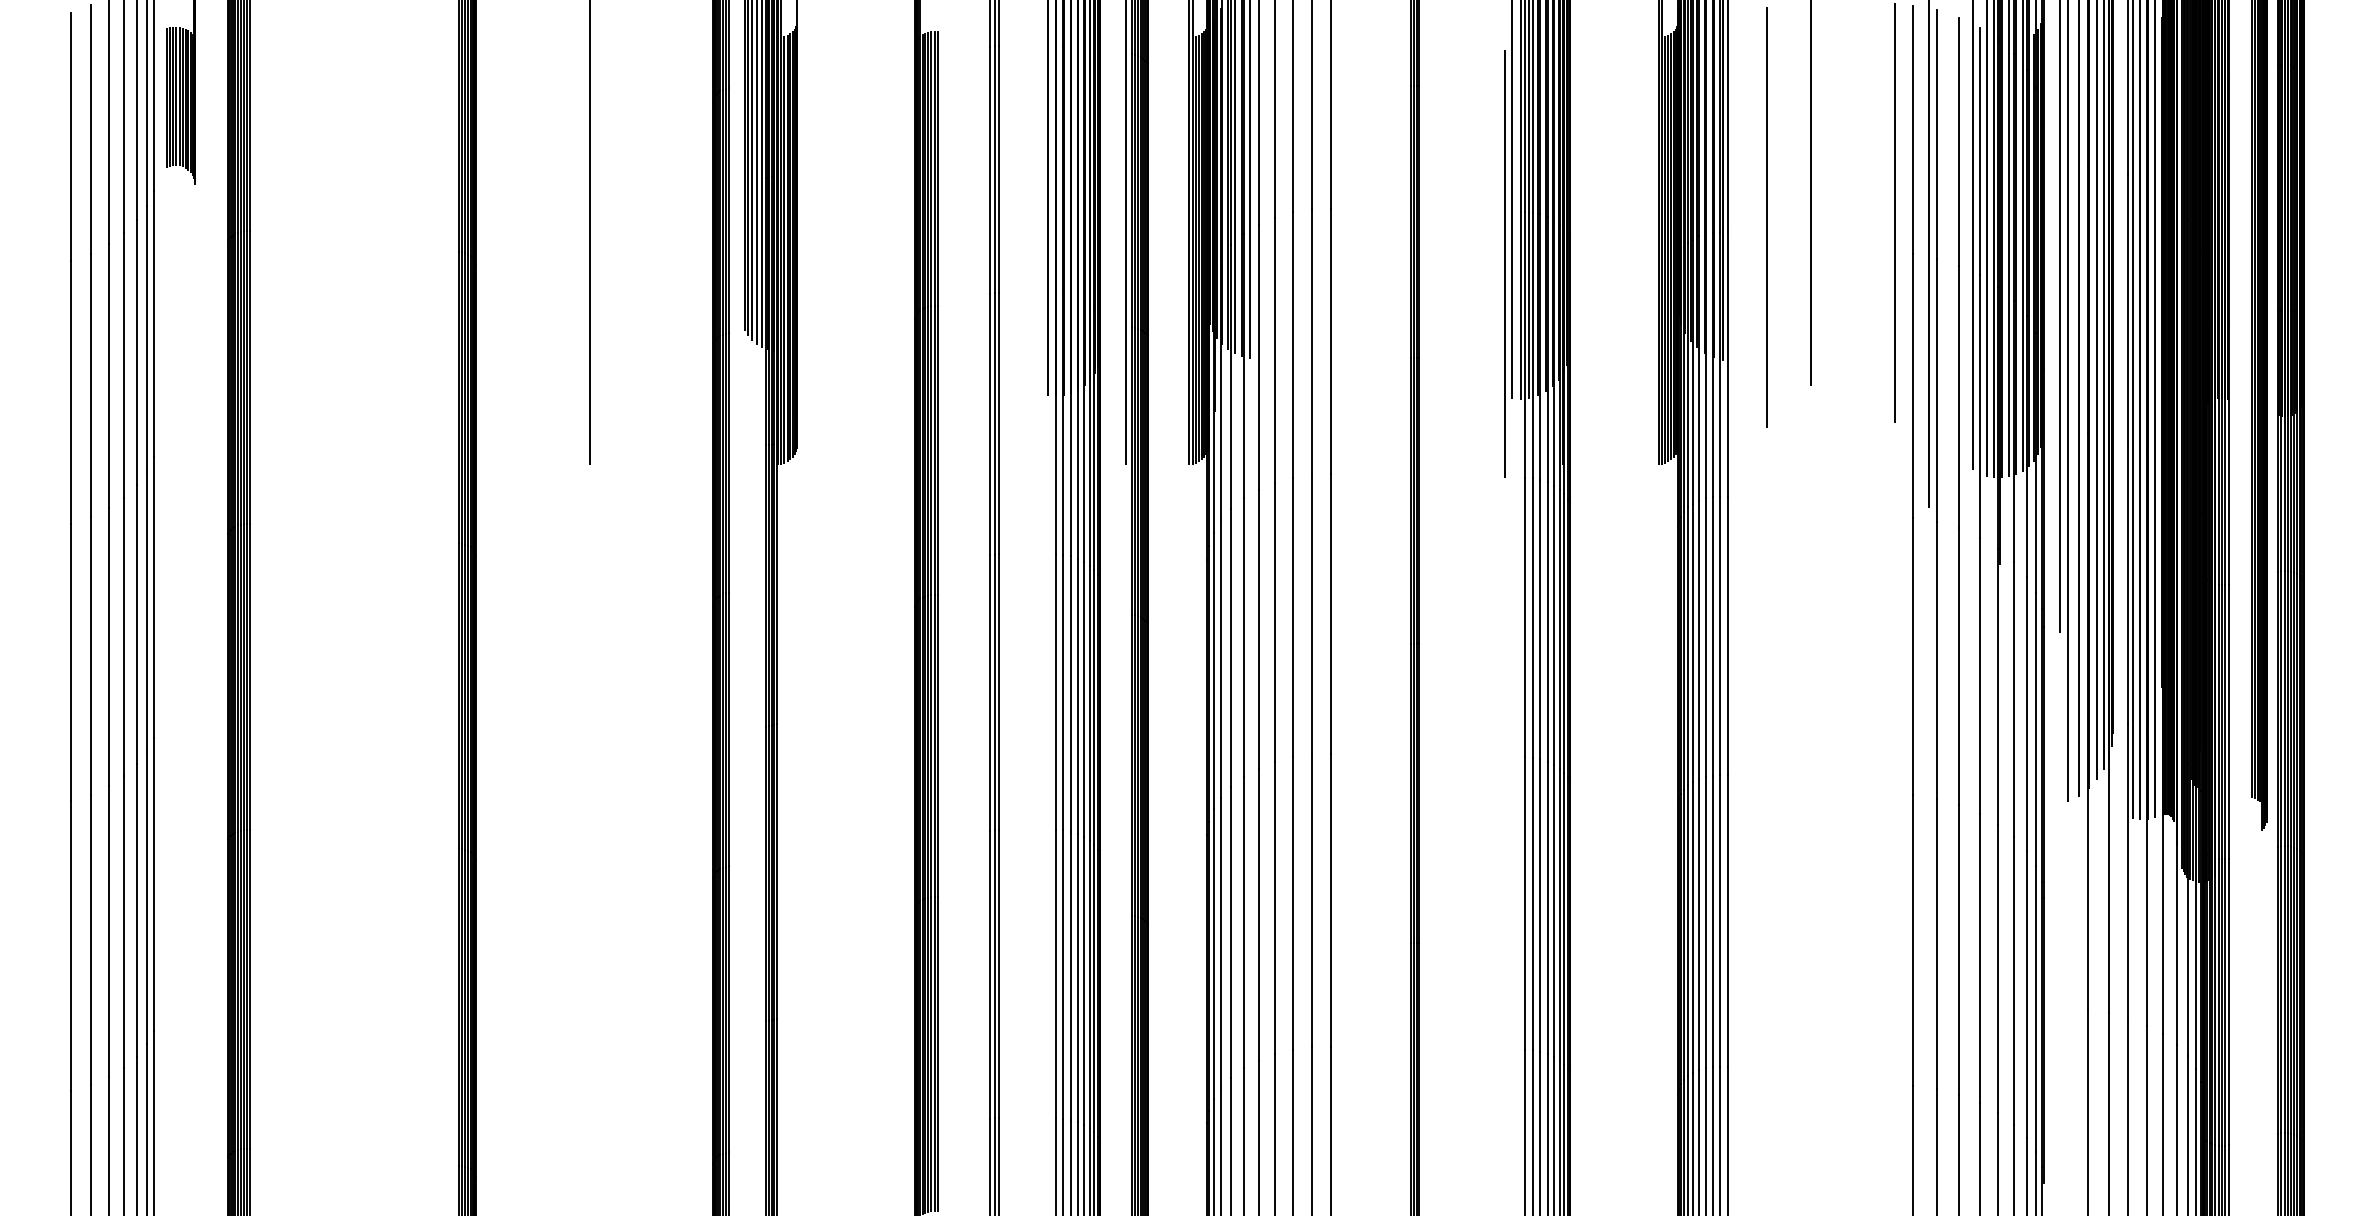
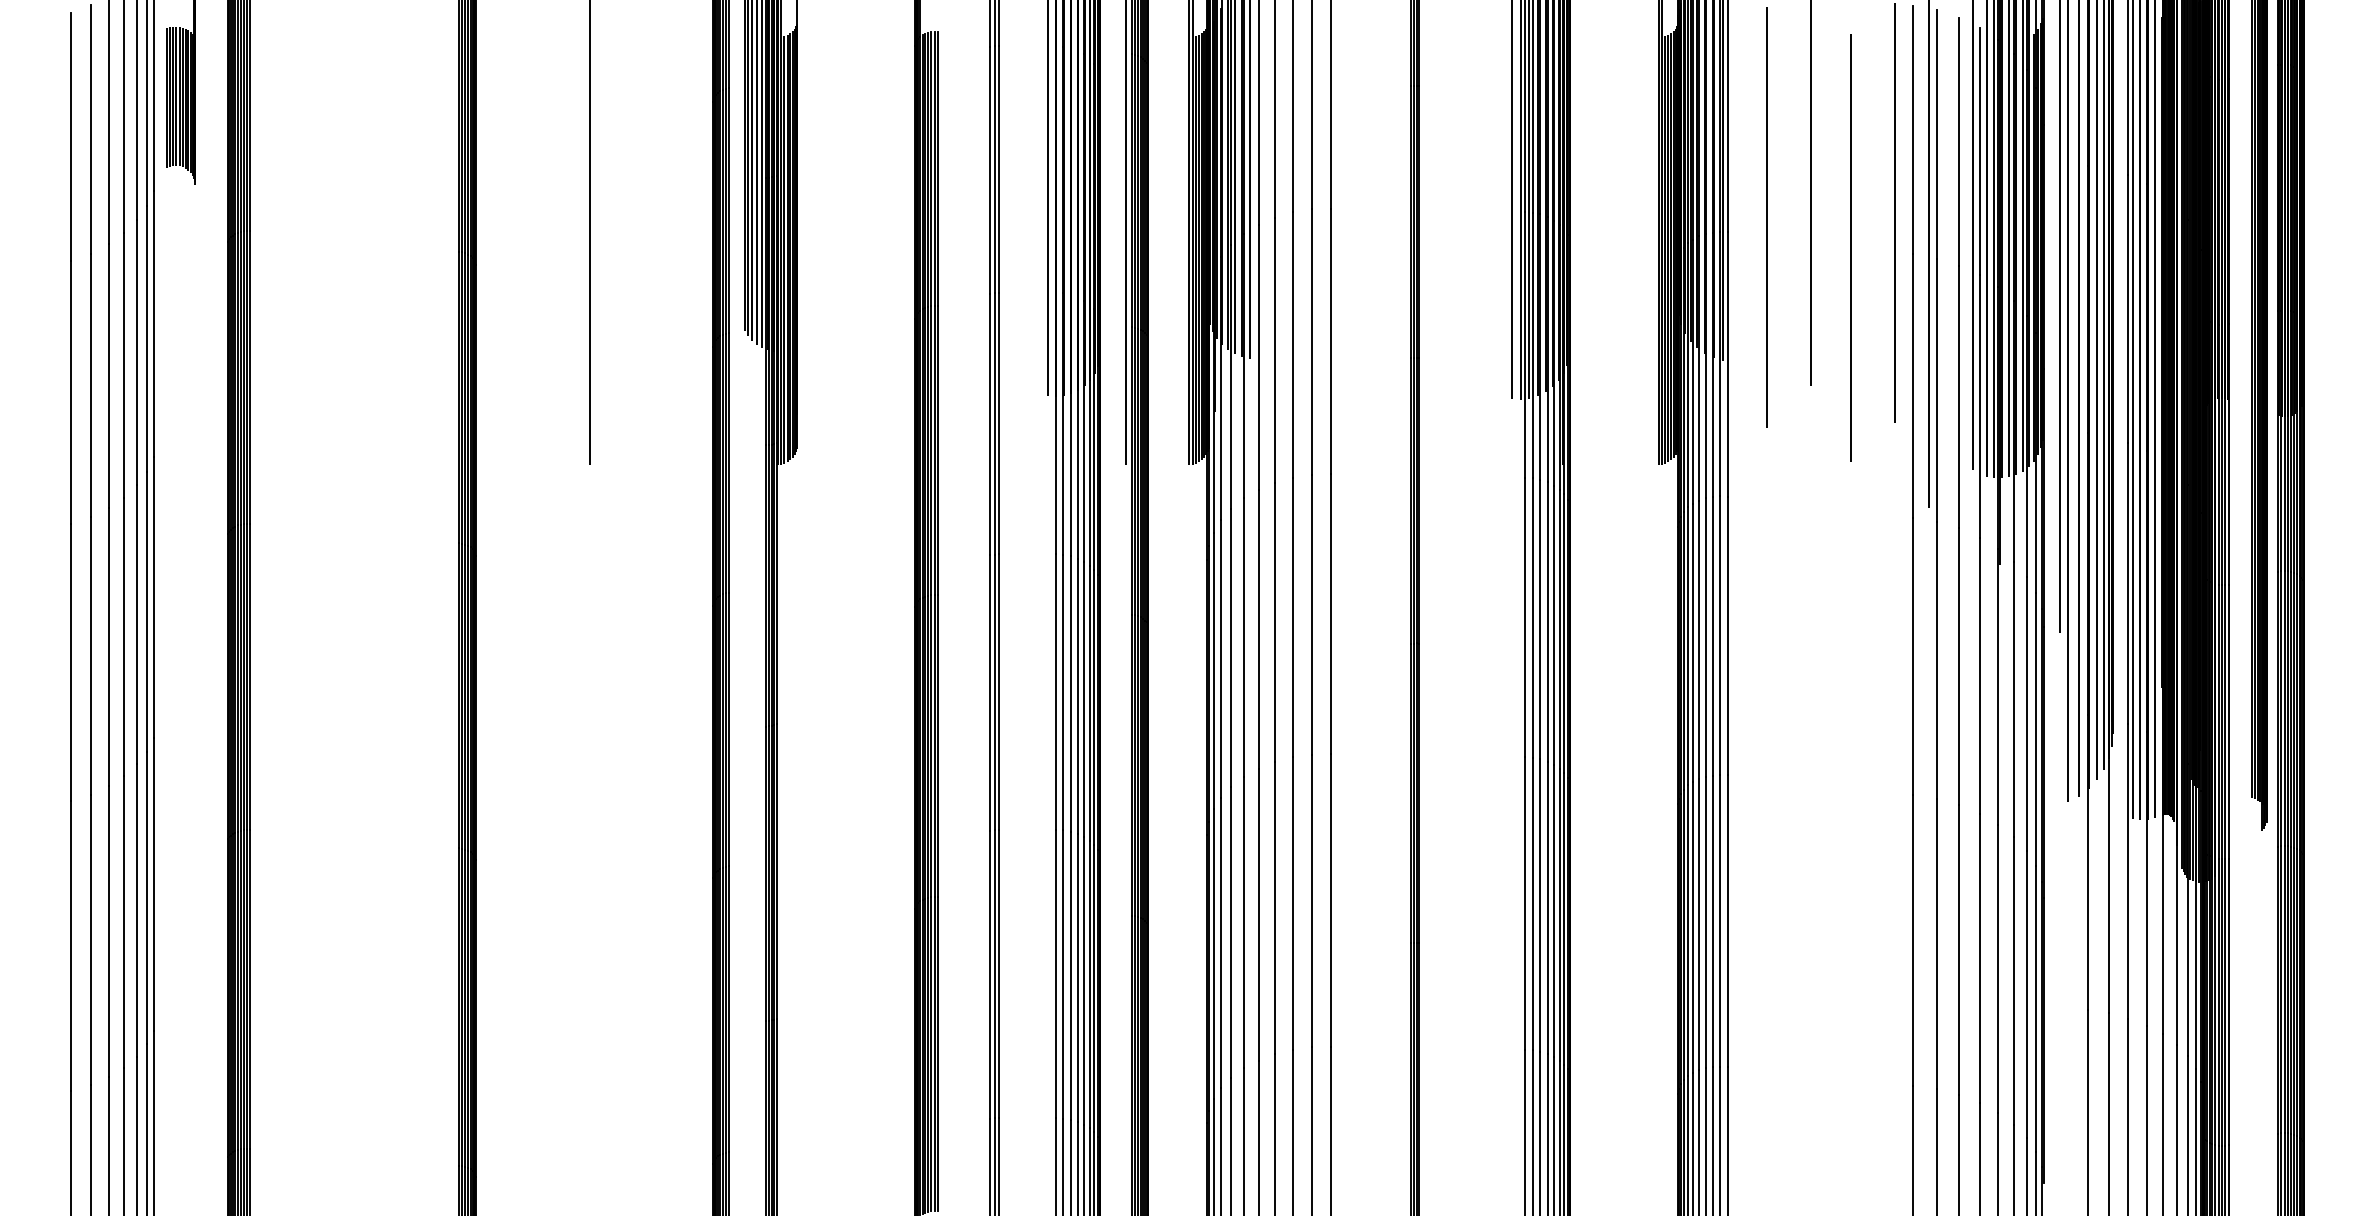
line at (1504, 263) position: (1504, 263) -> (1850, 247)
